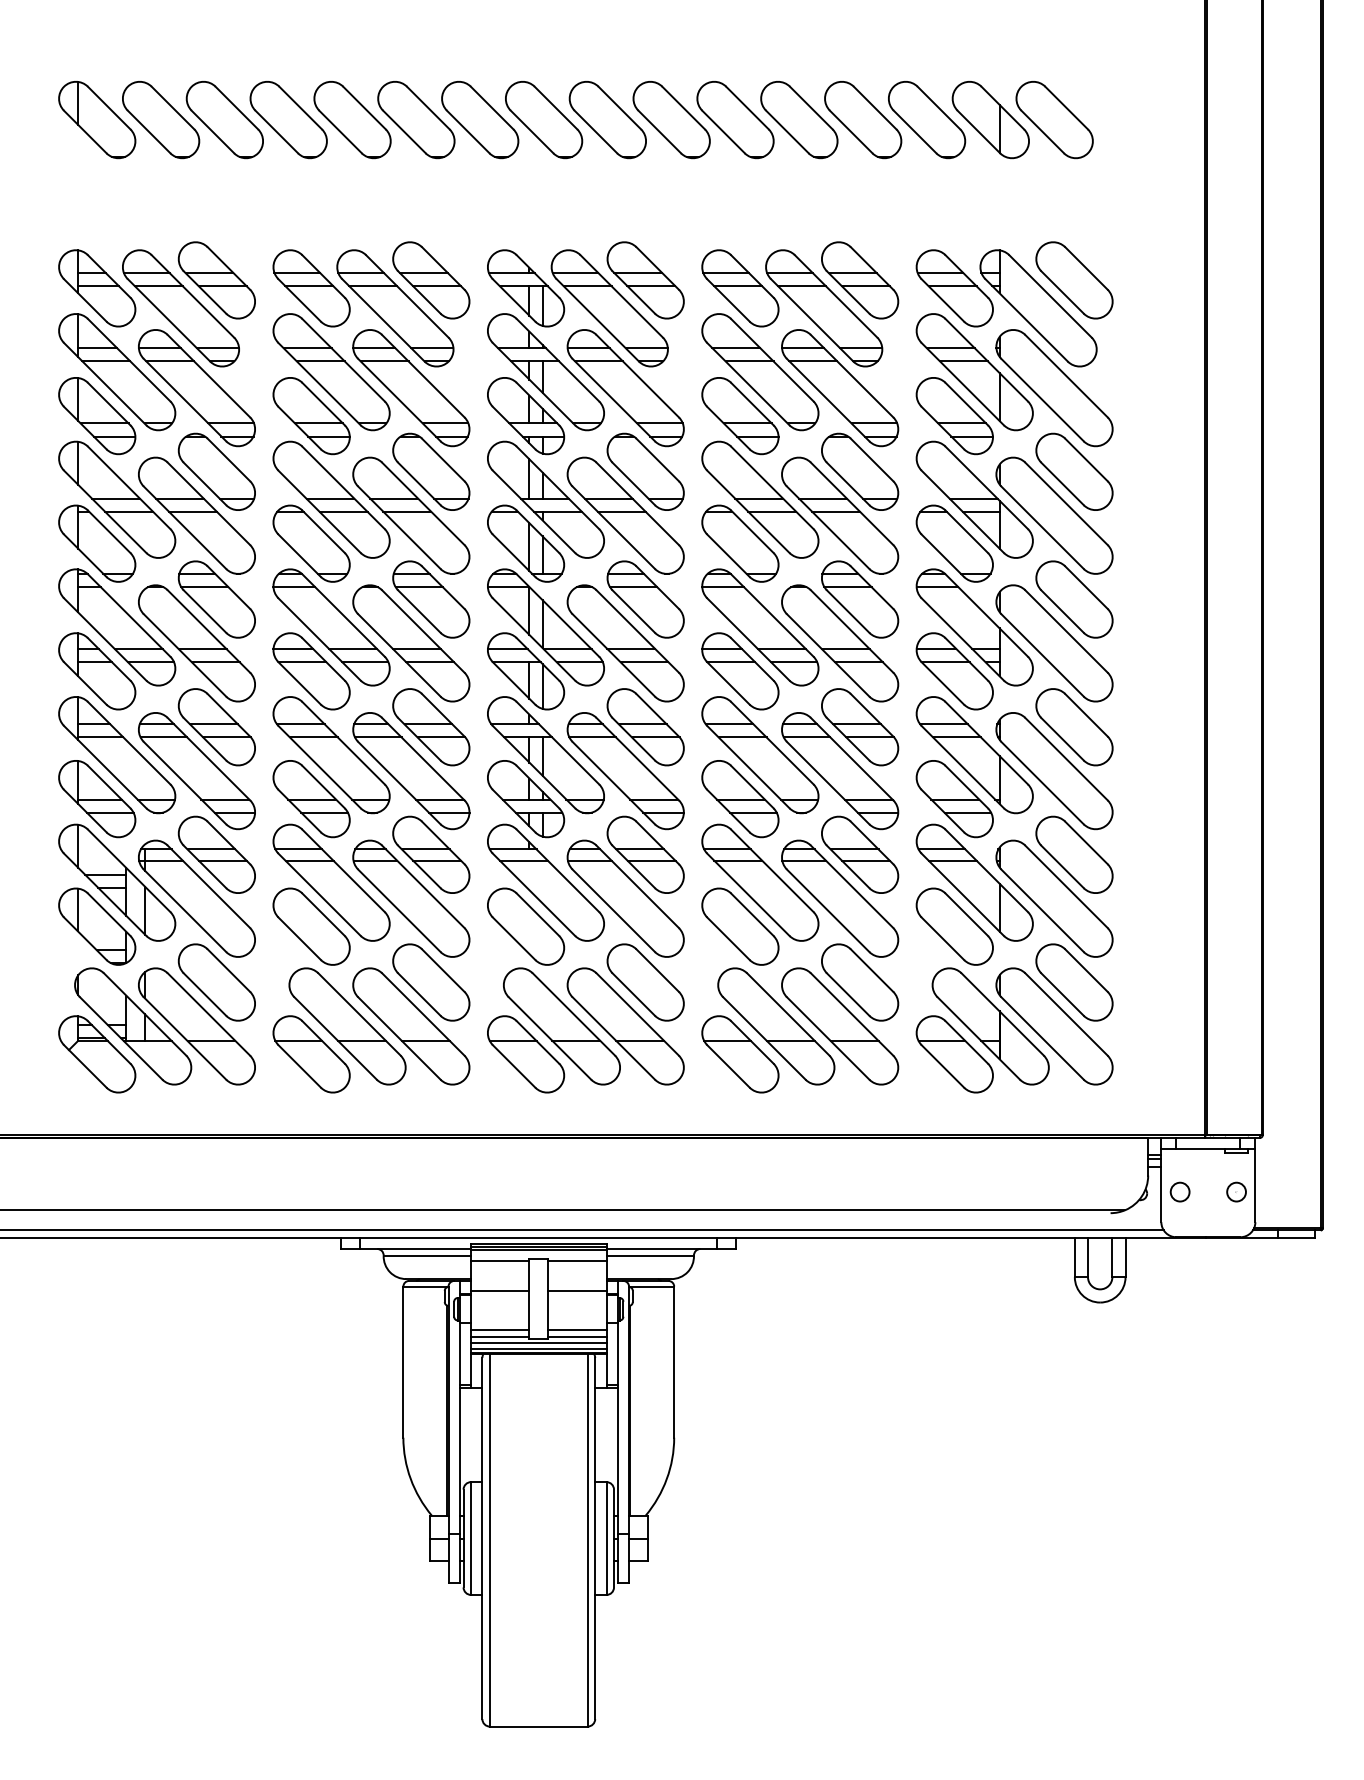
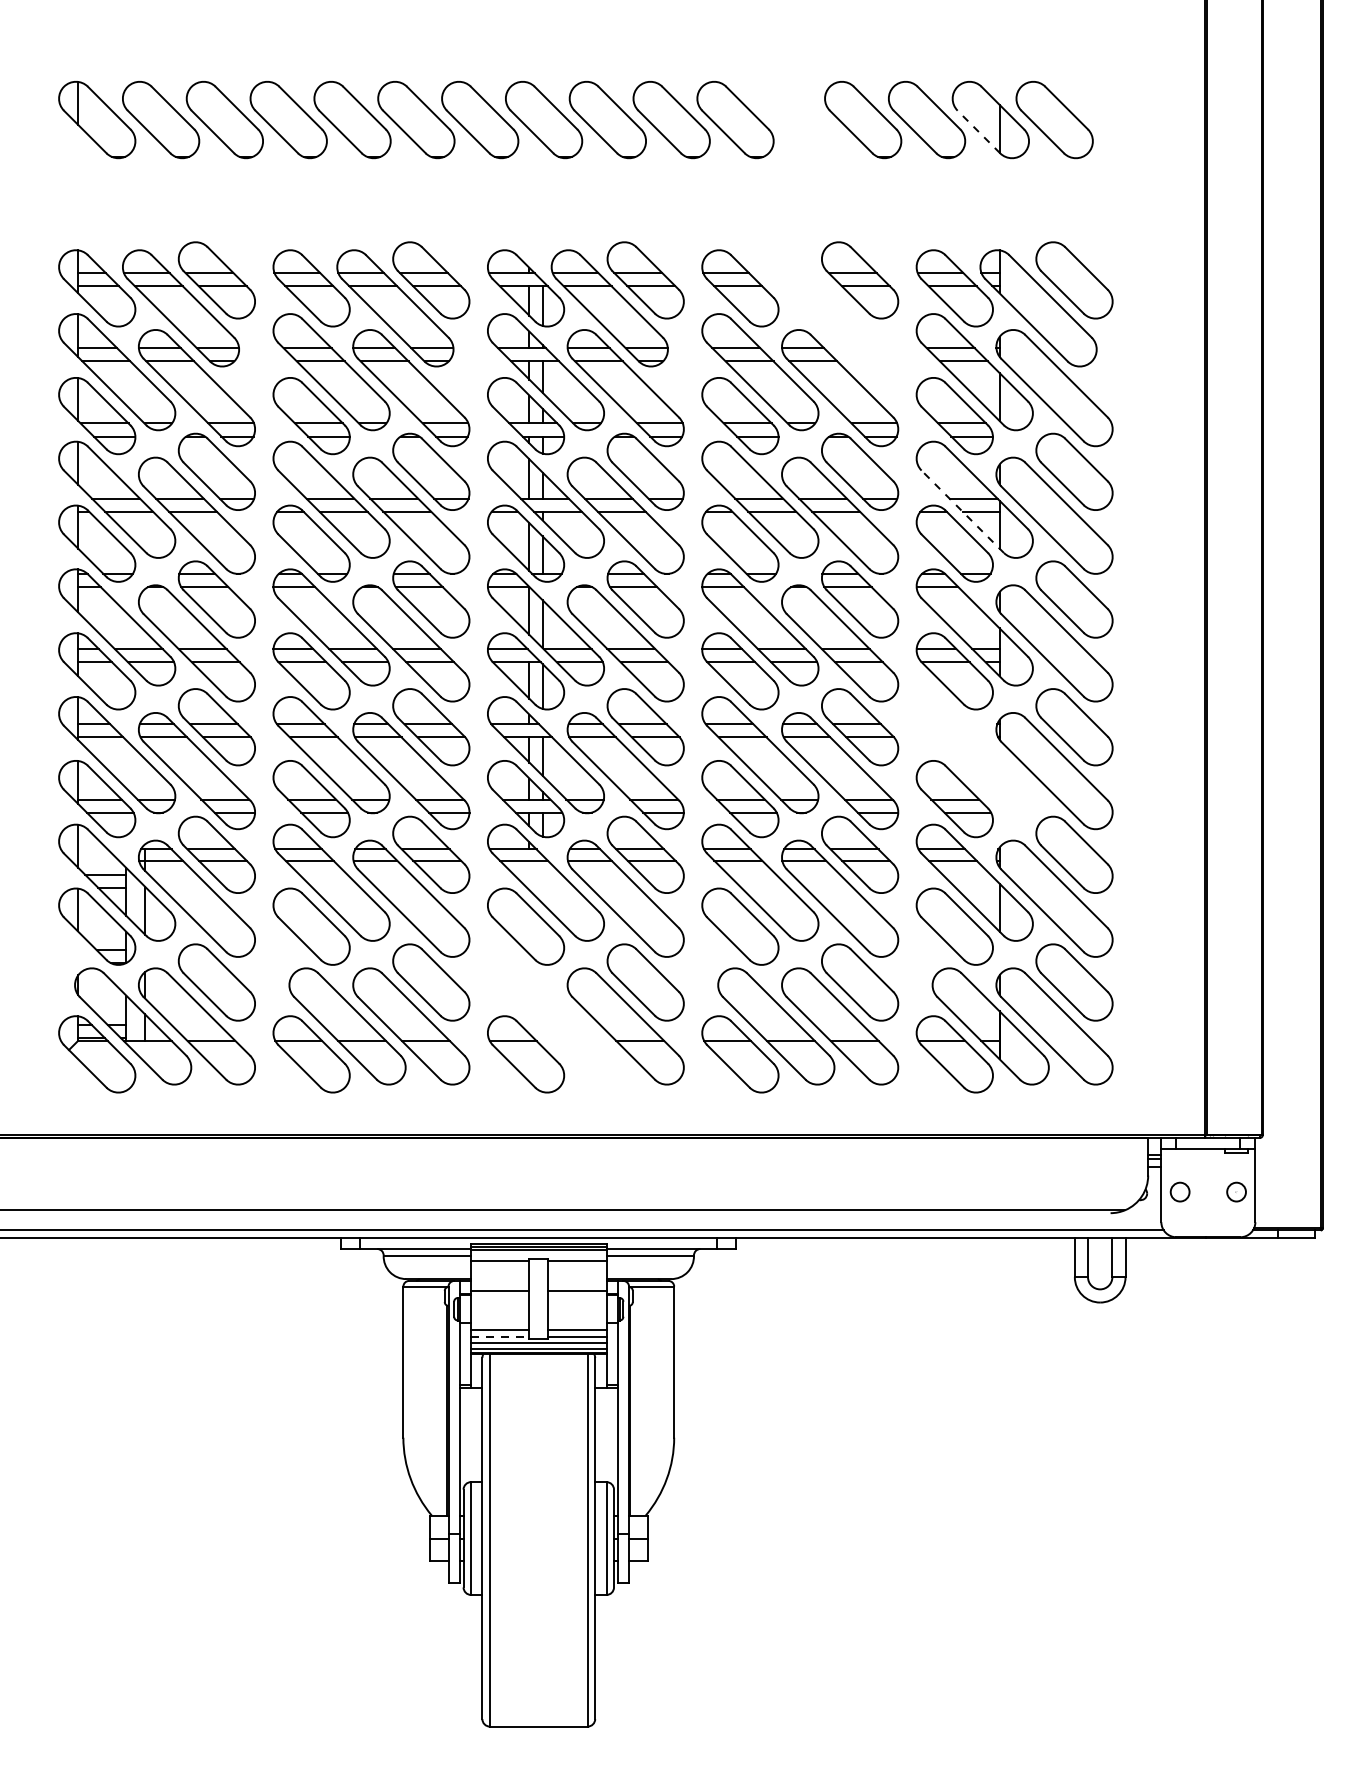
part at (799, 120): present -> none
line at (978, 131): solid -> dashed
part at (824, 308): present -> none
line at (962, 511): solid -> dashed
part at (974, 755): present -> none
part at (561, 1026): present -> none
line at (500, 1336): solid -> dashed
